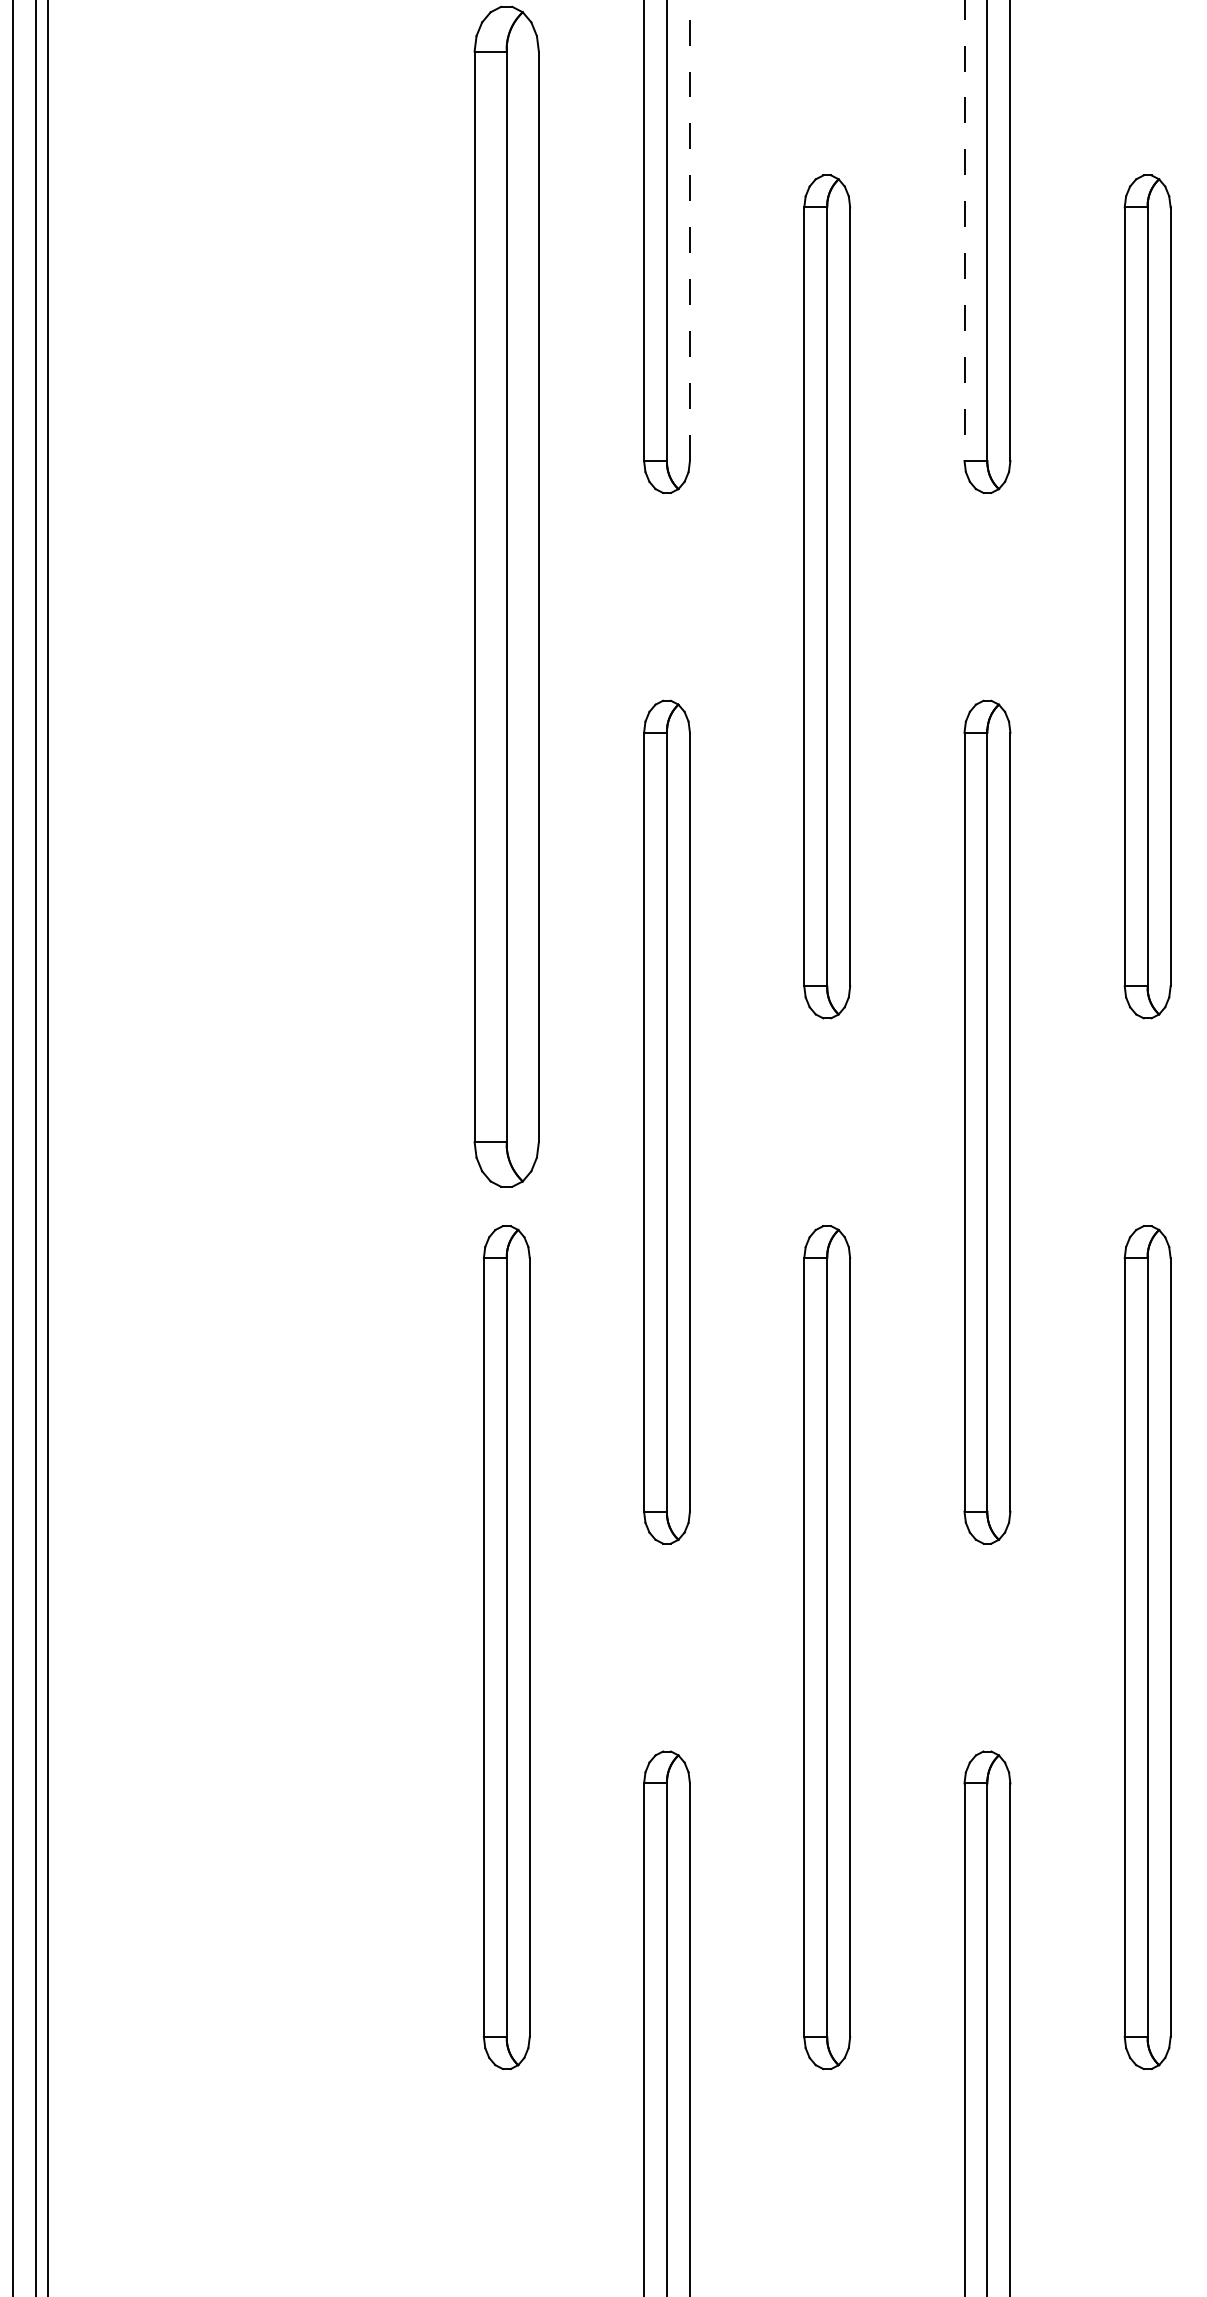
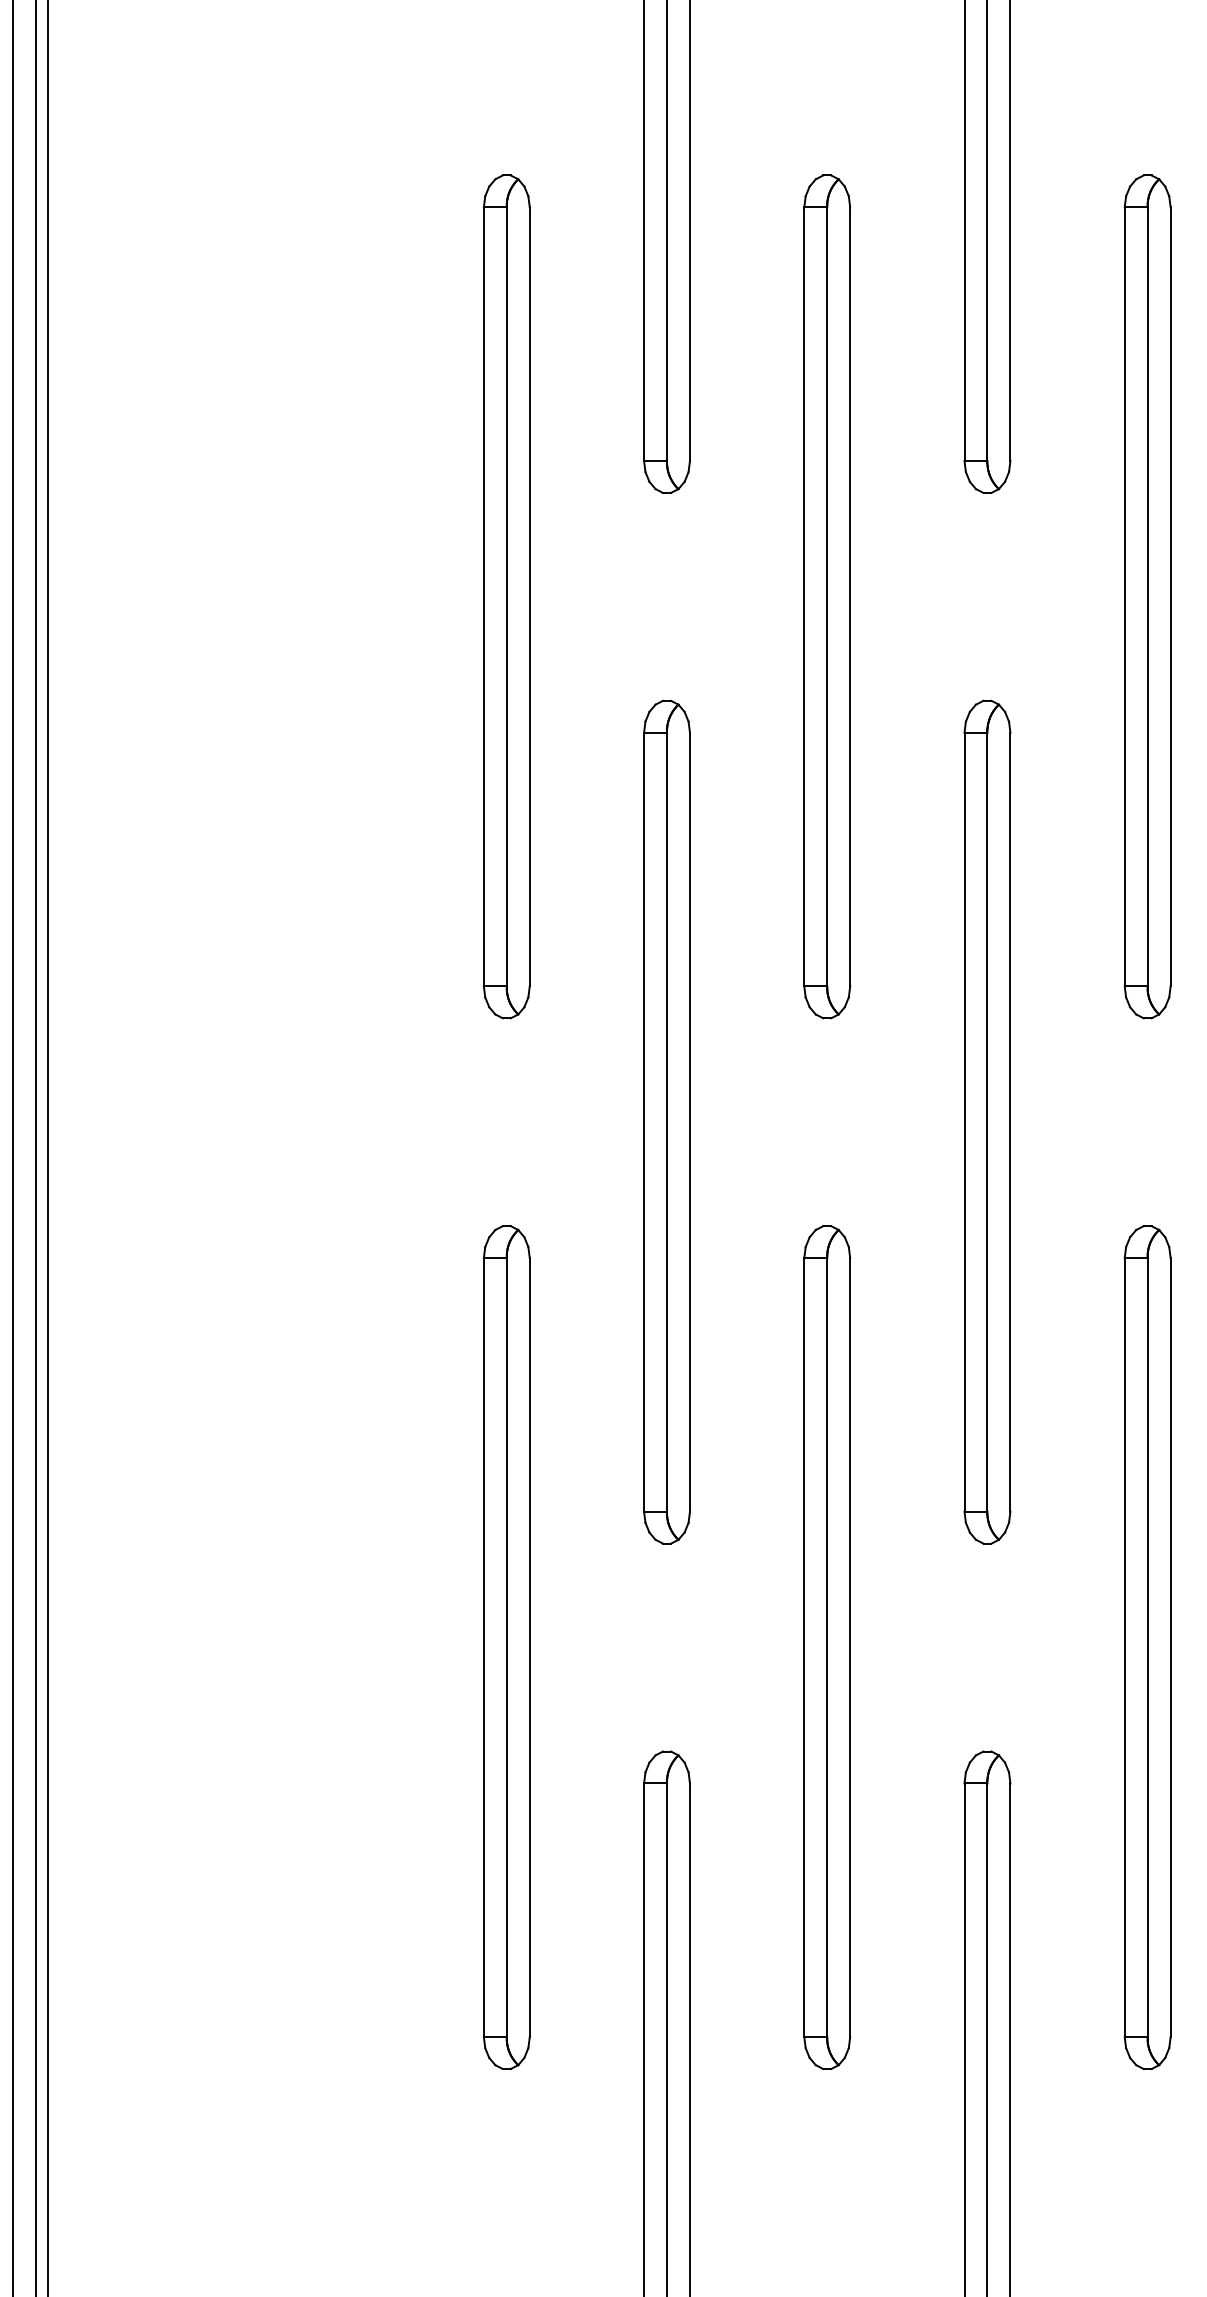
line at (689, 230): dashed -> solid
line at (964, 231): dashed -> solid
part at (506, 596) size: 67x1183 px -> 48x846 px
